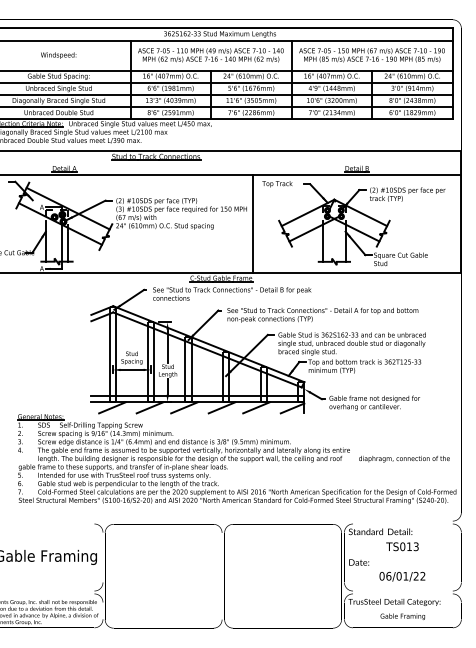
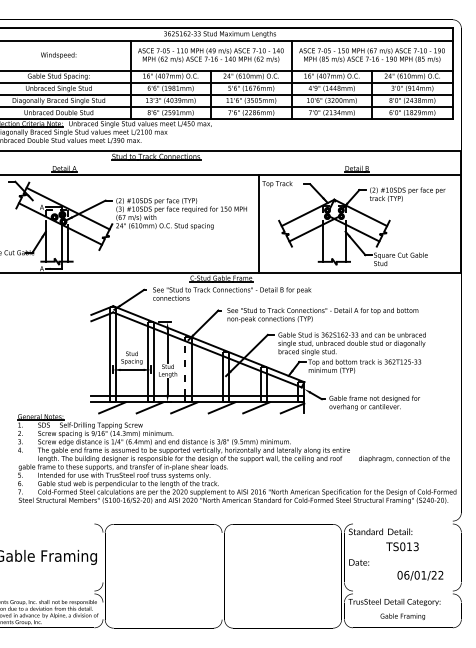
line at (253, 223) position: (253, 223) -> (259, 223)
line at (185, 368): solid -> dashed
text at (402, 576) position: (402, 576) -> (420, 575)
